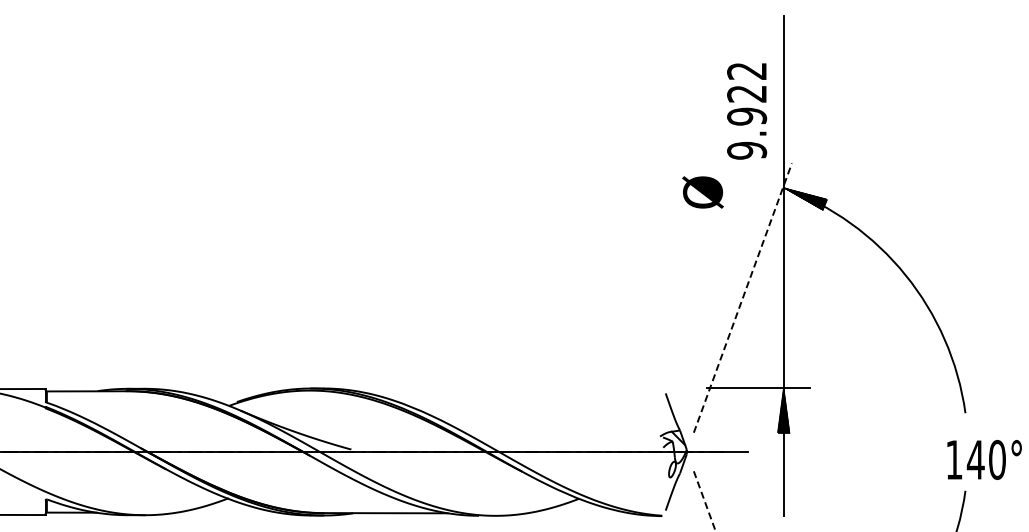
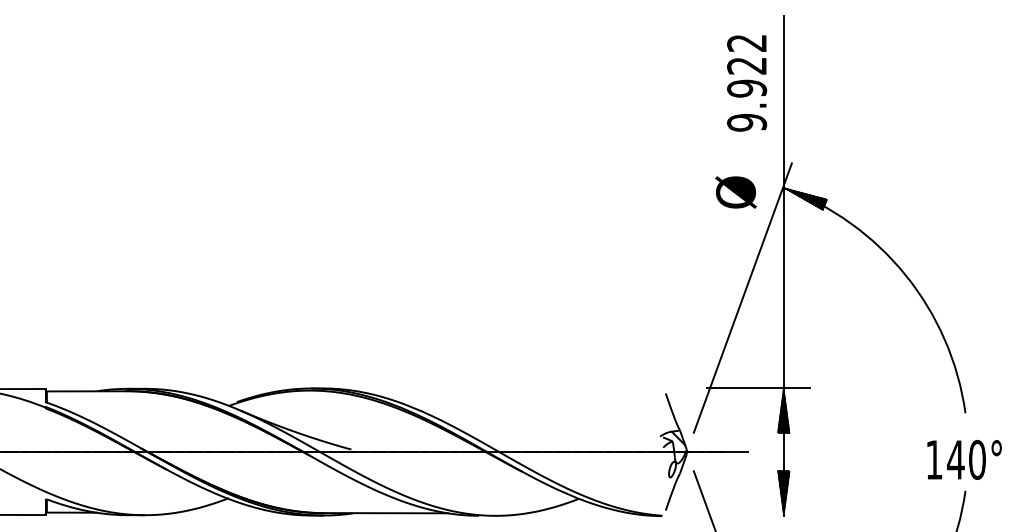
text at (747, 111) position: (747, 111) -> (747, 83)
text at (702, 192) position: (702, 192) -> (735, 192)
line at (743, 297): dashed -> solid
text at (984, 459) position: (984, 459) -> (964, 459)
hatch at (783, 492): none -> present
line at (704, 501): dashed -> solid
